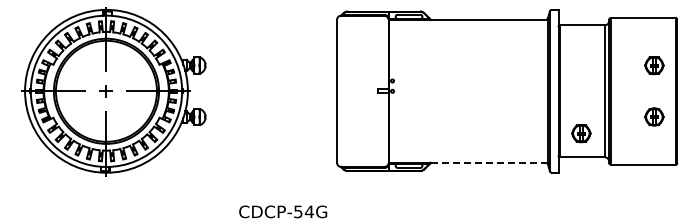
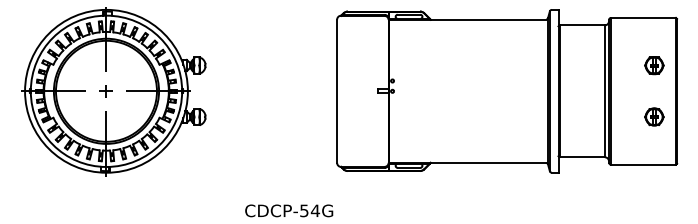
part at (581, 133): present -> none
line at (488, 162): dashed -> solid
text at (283, 211) position: (283, 211) -> (289, 210)
